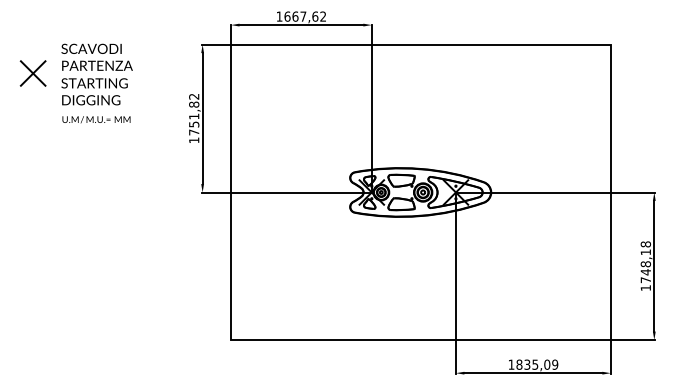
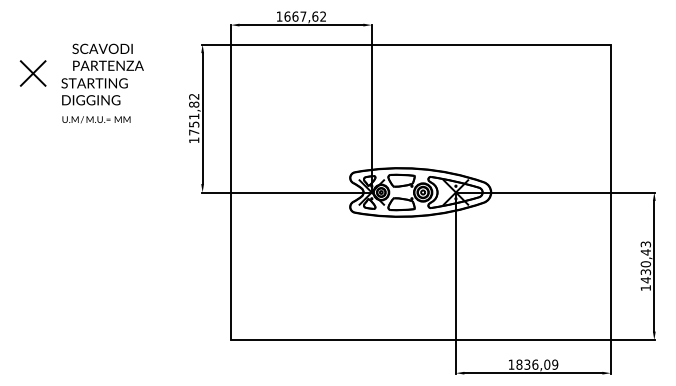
text at (96, 56) position: (96, 56) -> (107, 56)
text at (645, 262): 1748,18 -> 1430,43
text at (535, 364): 1835,09 -> 1836,09
